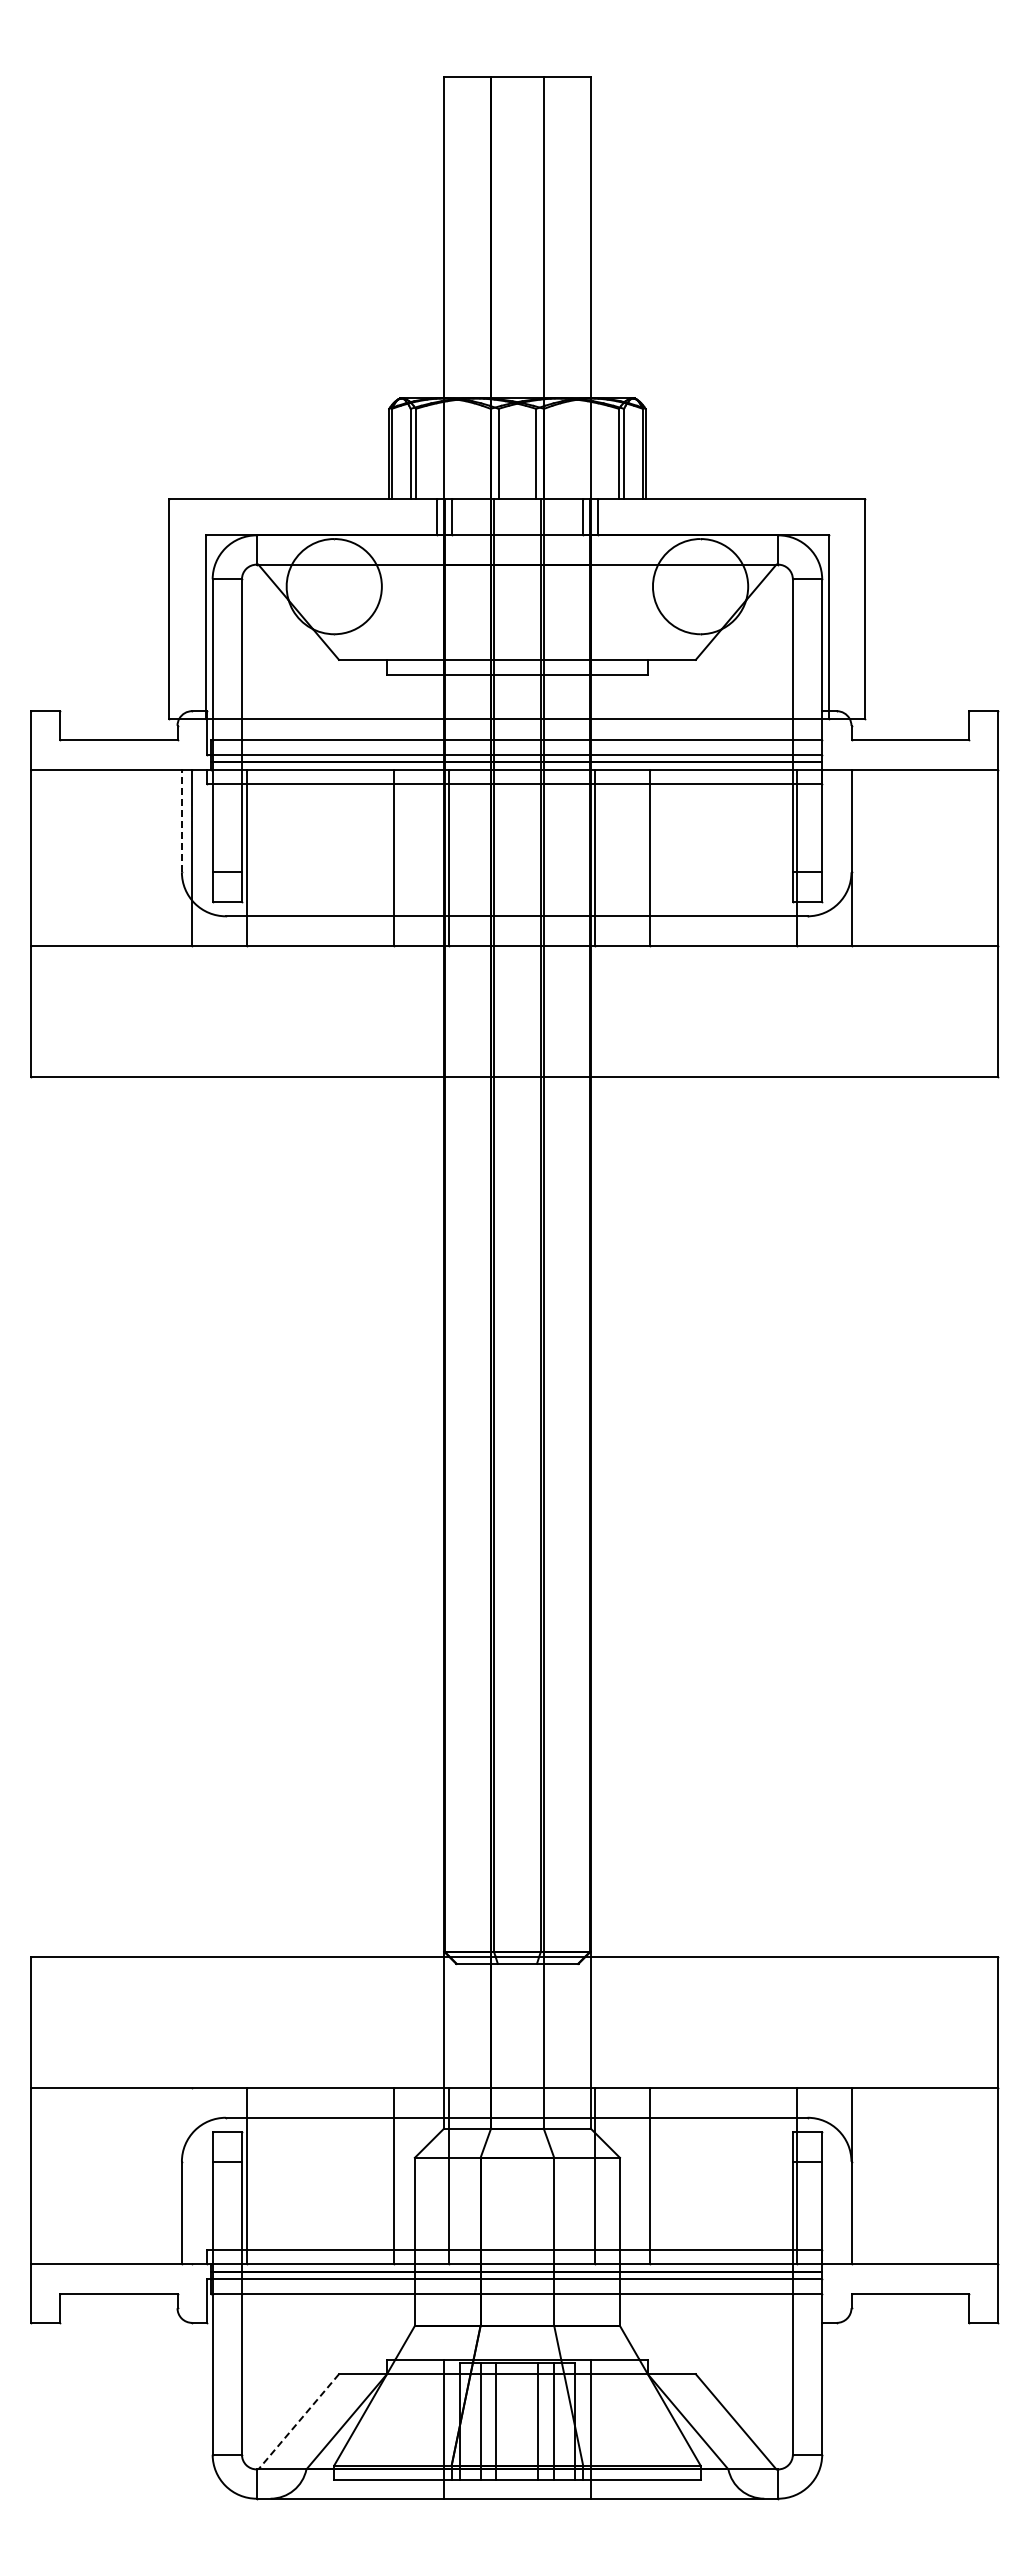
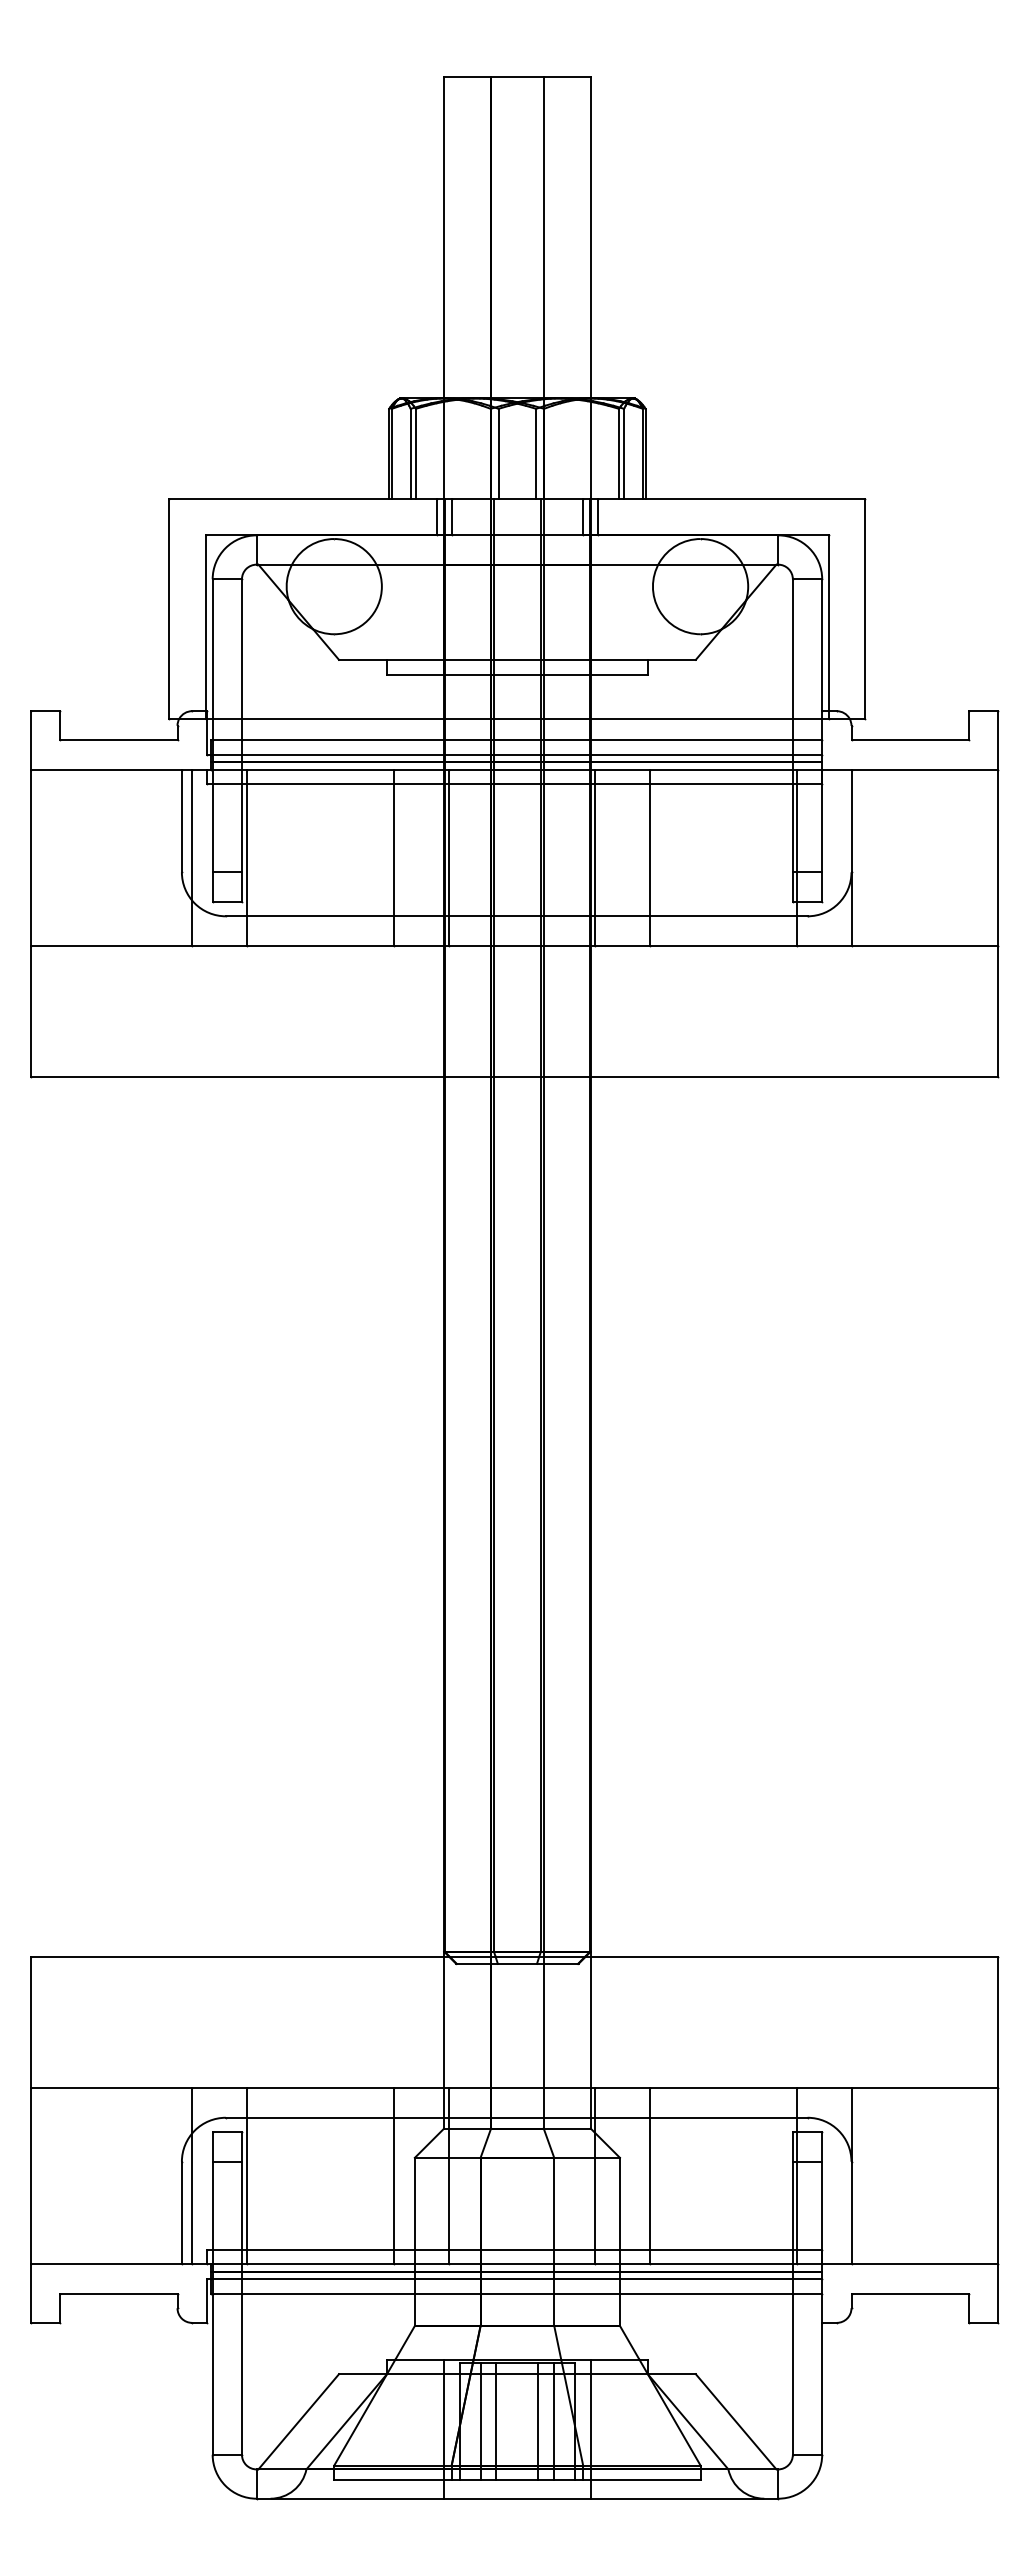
line at (181, 820): dashed -> solid
line at (192, 2176): none -> present
line at (298, 2422): dashed -> solid
